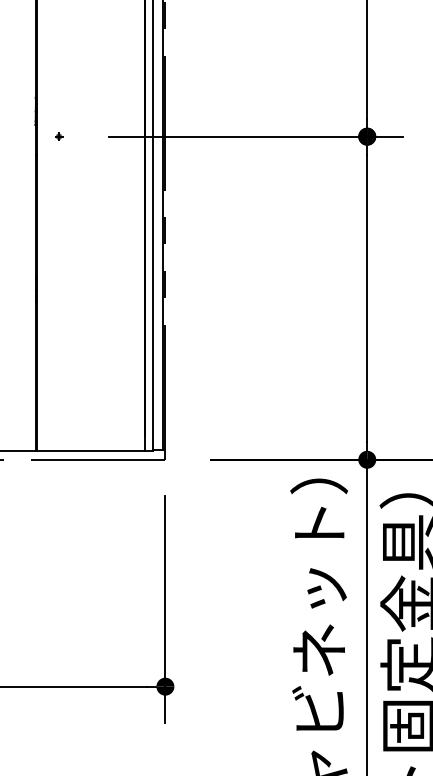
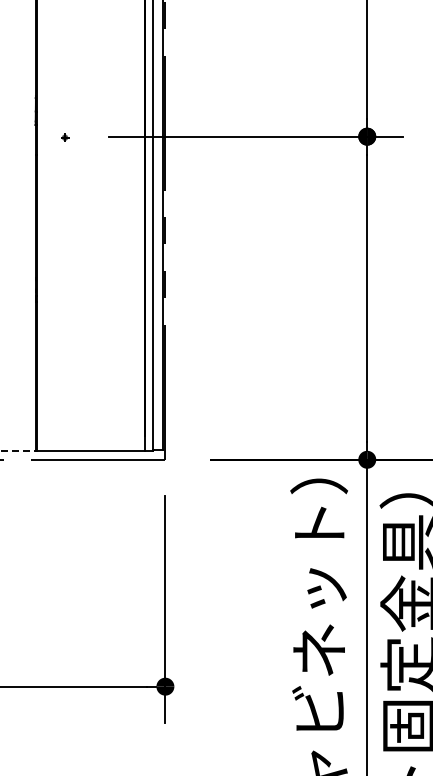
part at (59, 136) position: (59, 136) -> (65, 137)
line at (18, 450): solid -> dashed
